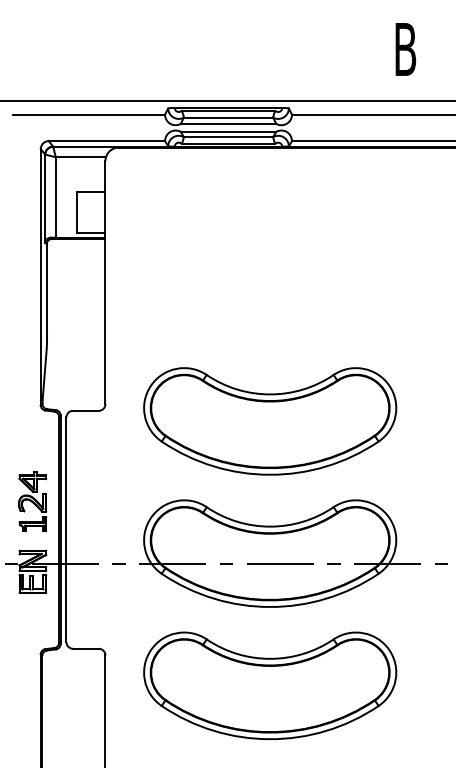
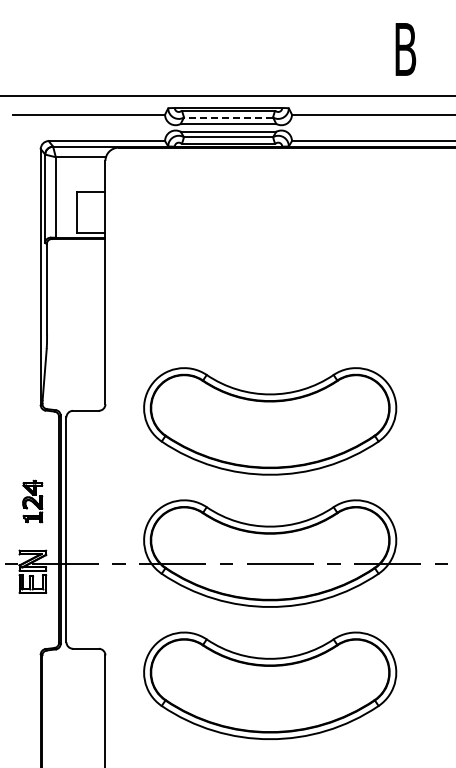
line at (227, 100) position: (227, 100) -> (227, 95)
line at (228, 117): solid -> dashed
part at (32, 501) size: 30x61 px -> 22x45 px
